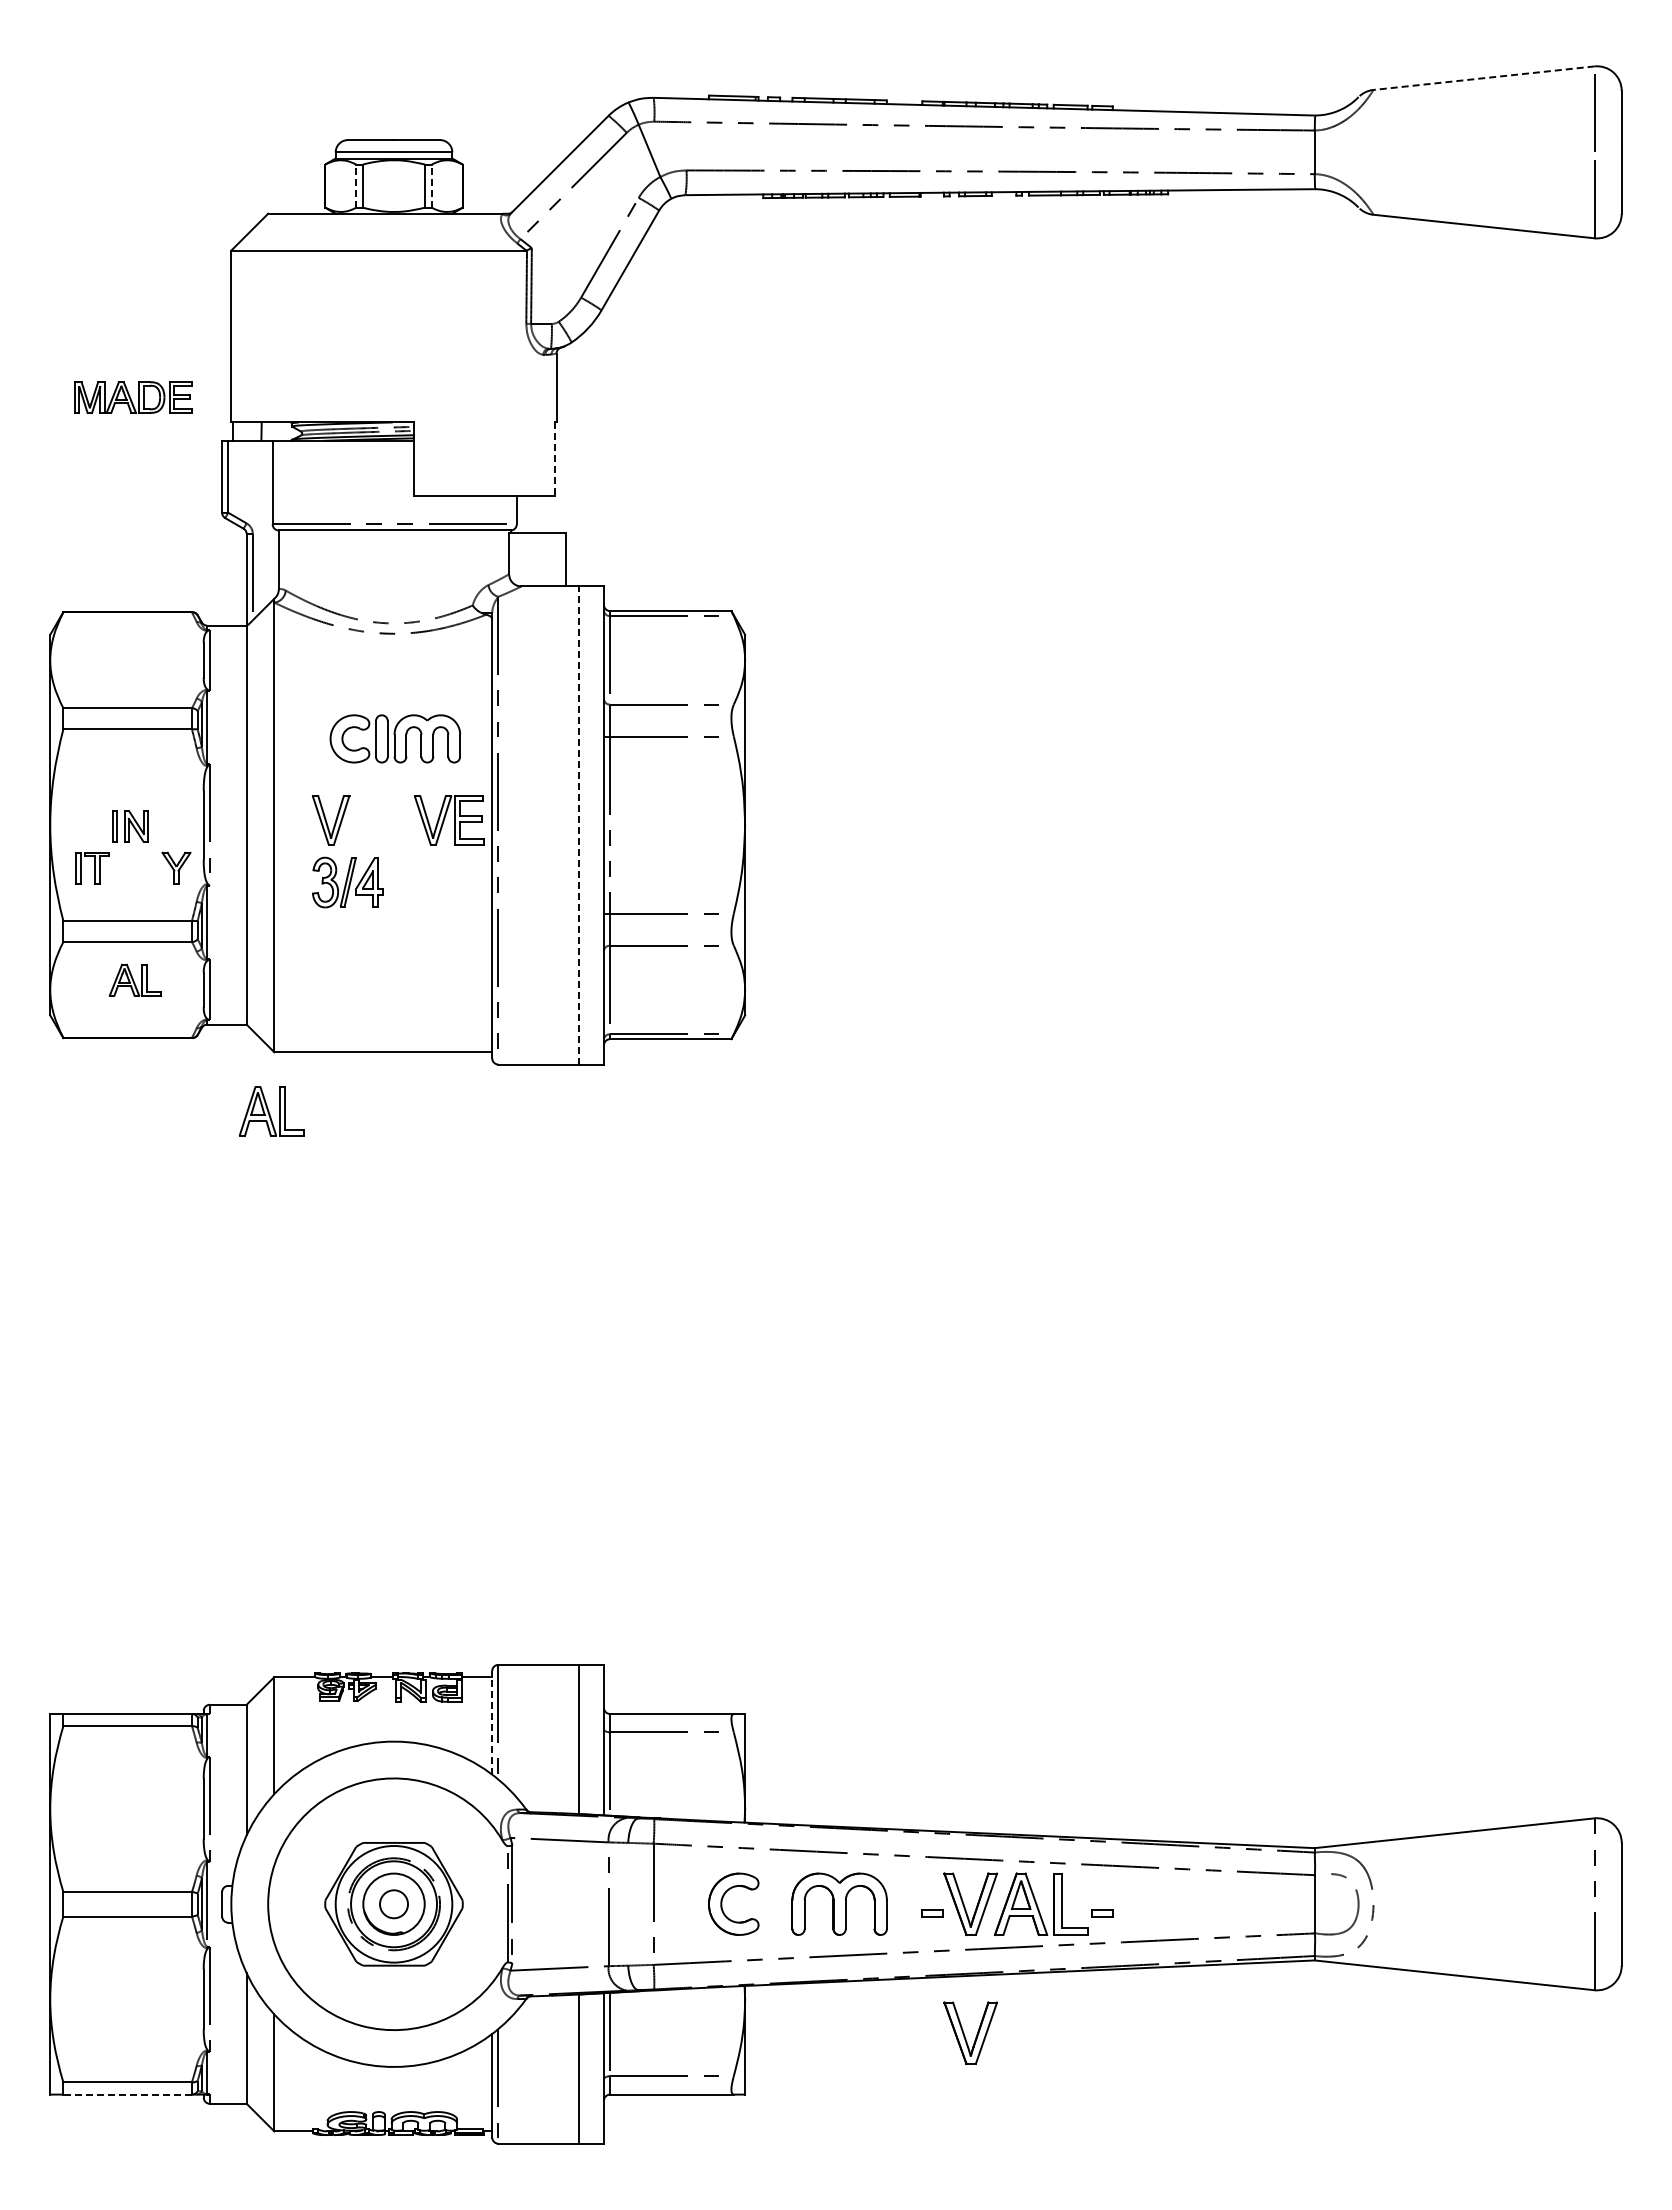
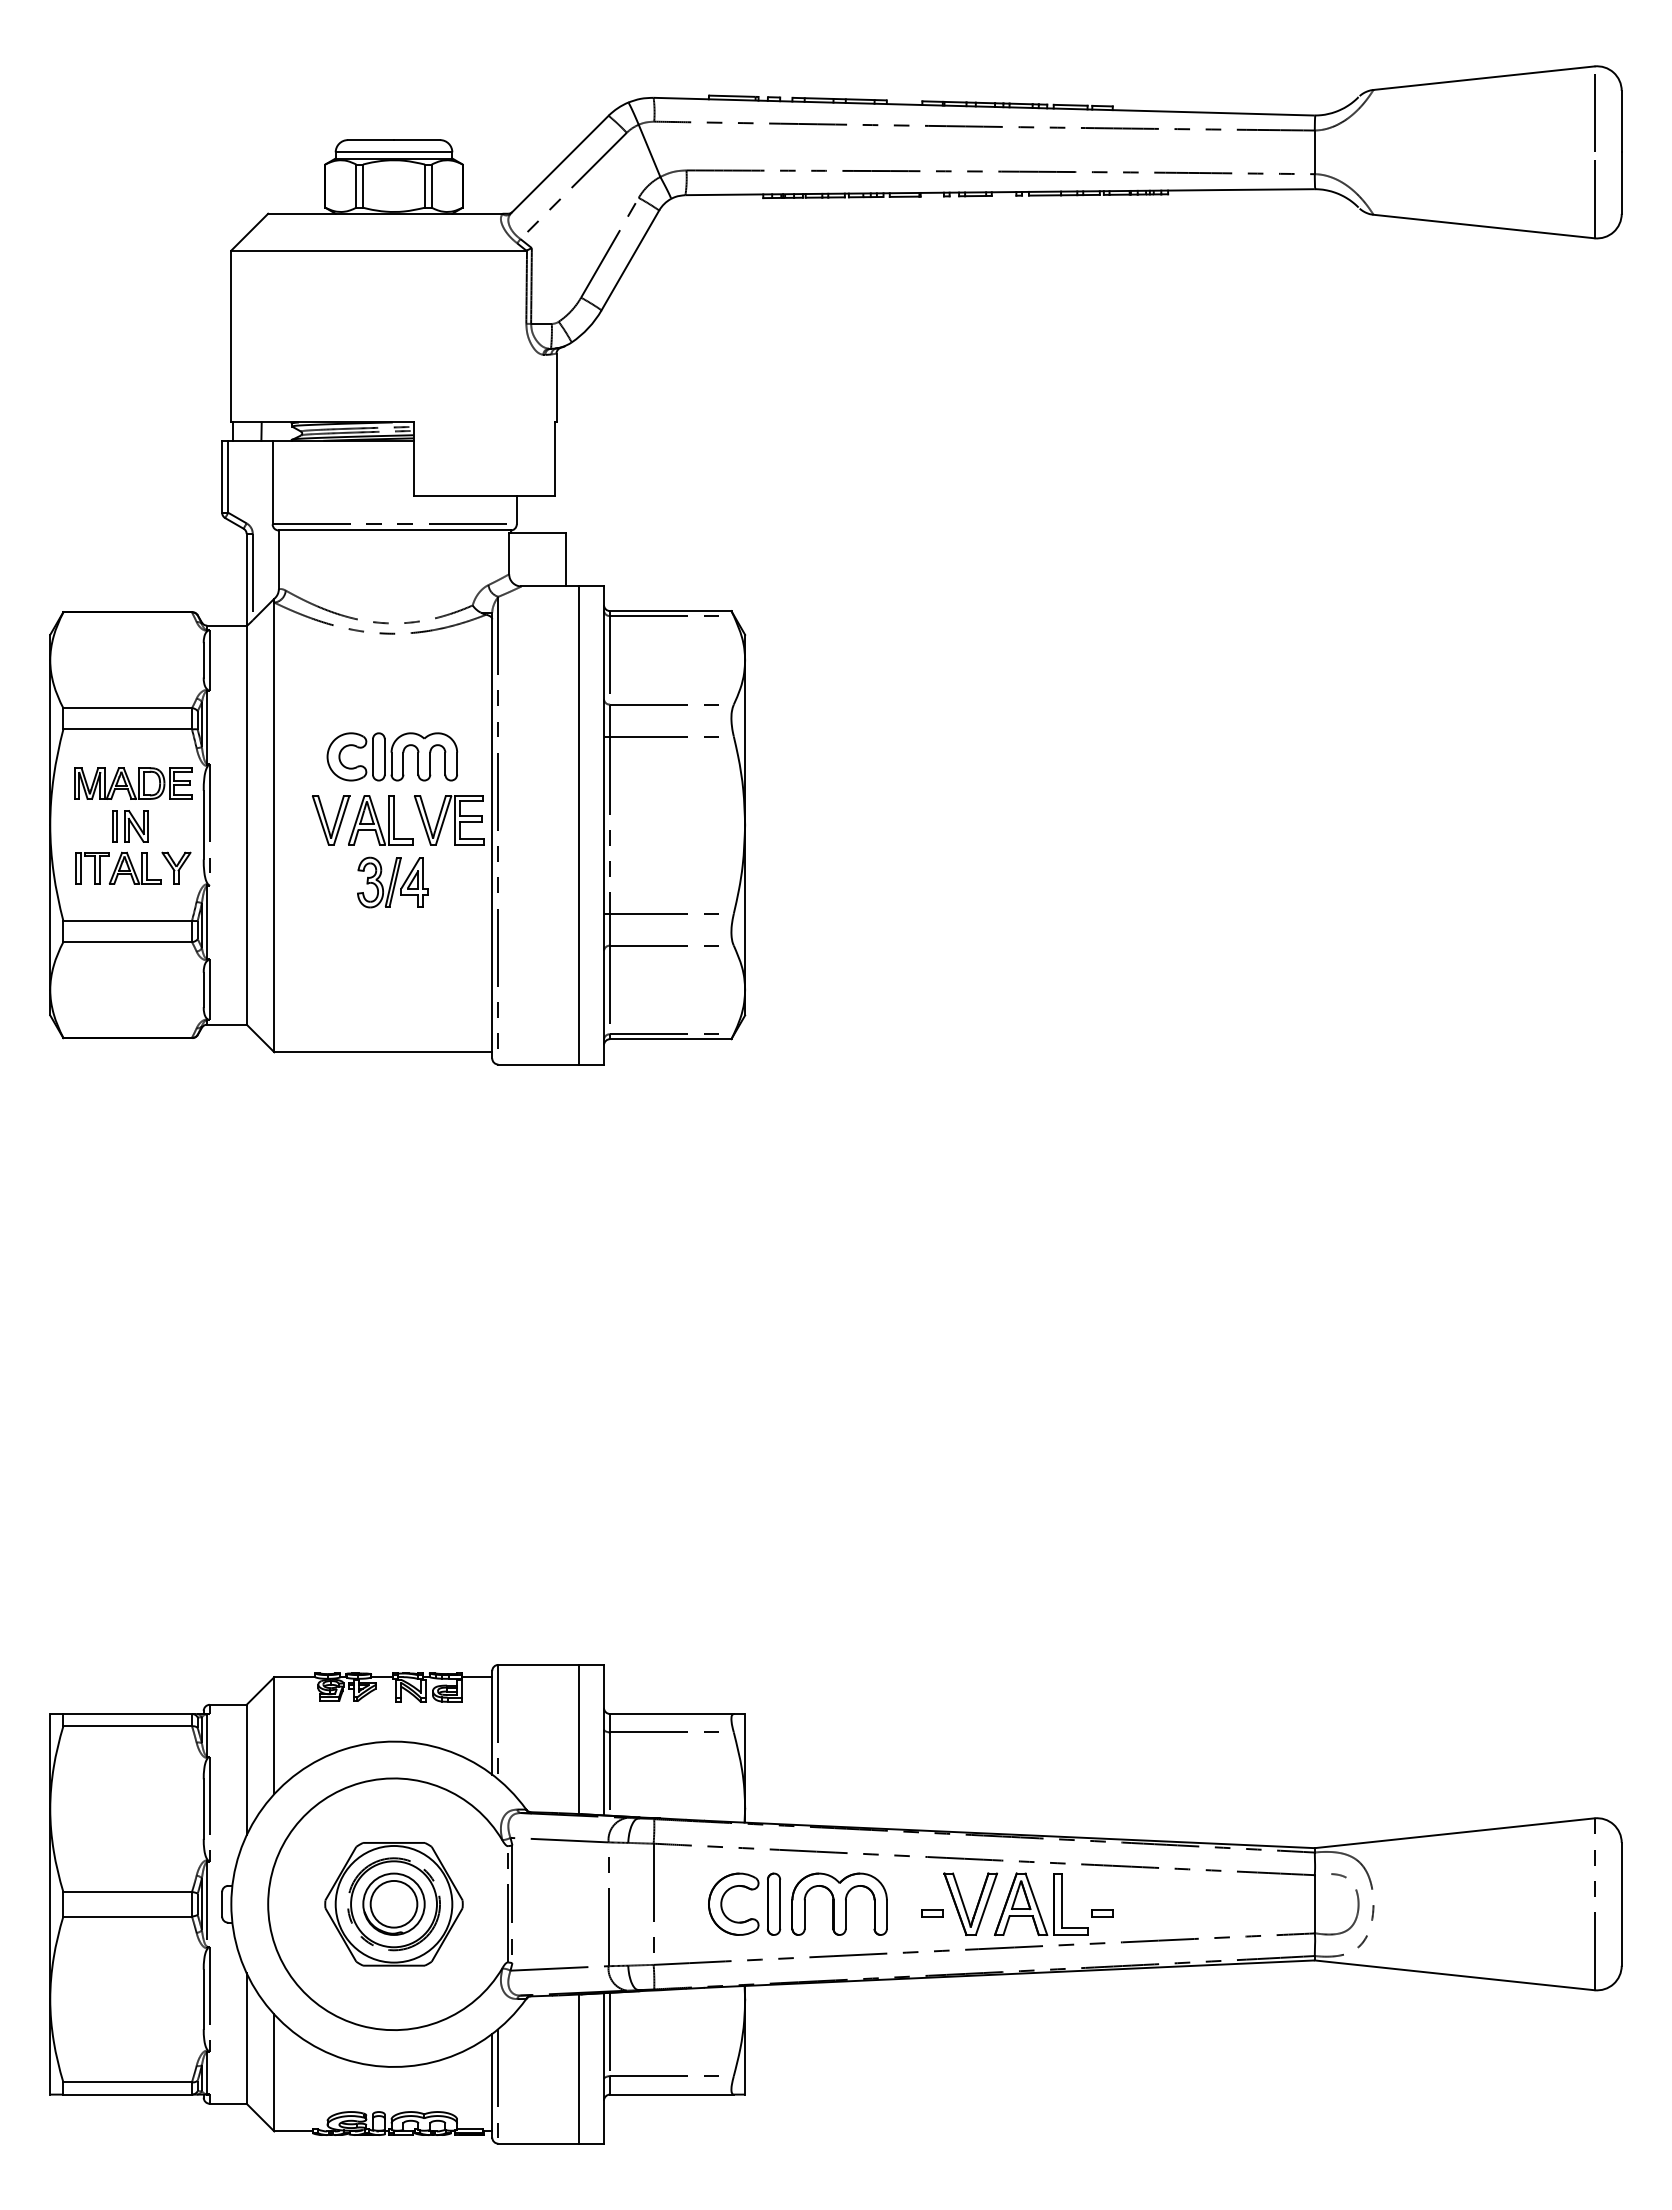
line at (1483, 78): dashed -> solid
line at (356, 186): dashed -> solid
line at (431, 186): dashed -> solid
part at (133, 397) position: (133, 397) -> (133, 783)
line at (555, 459): dashed -> solid
part at (394, 738) position: (394, 738) -> (391, 756)
line at (579, 824): dashed -> solid
part at (347, 882) position: (347, 882) -> (392, 882)
part at (134, 979) position: (134, 979) -> (134, 867)
part at (271, 1111) position: (271, 1111) -> (380, 820)
line at (492, 1722): dashed -> solid
part at (774, 1903): none -> present
circle at (394, 1904) diameter: 28 px -> 47 px
part at (970, 2032): present -> none
line at (127, 2094): dashed -> solid
